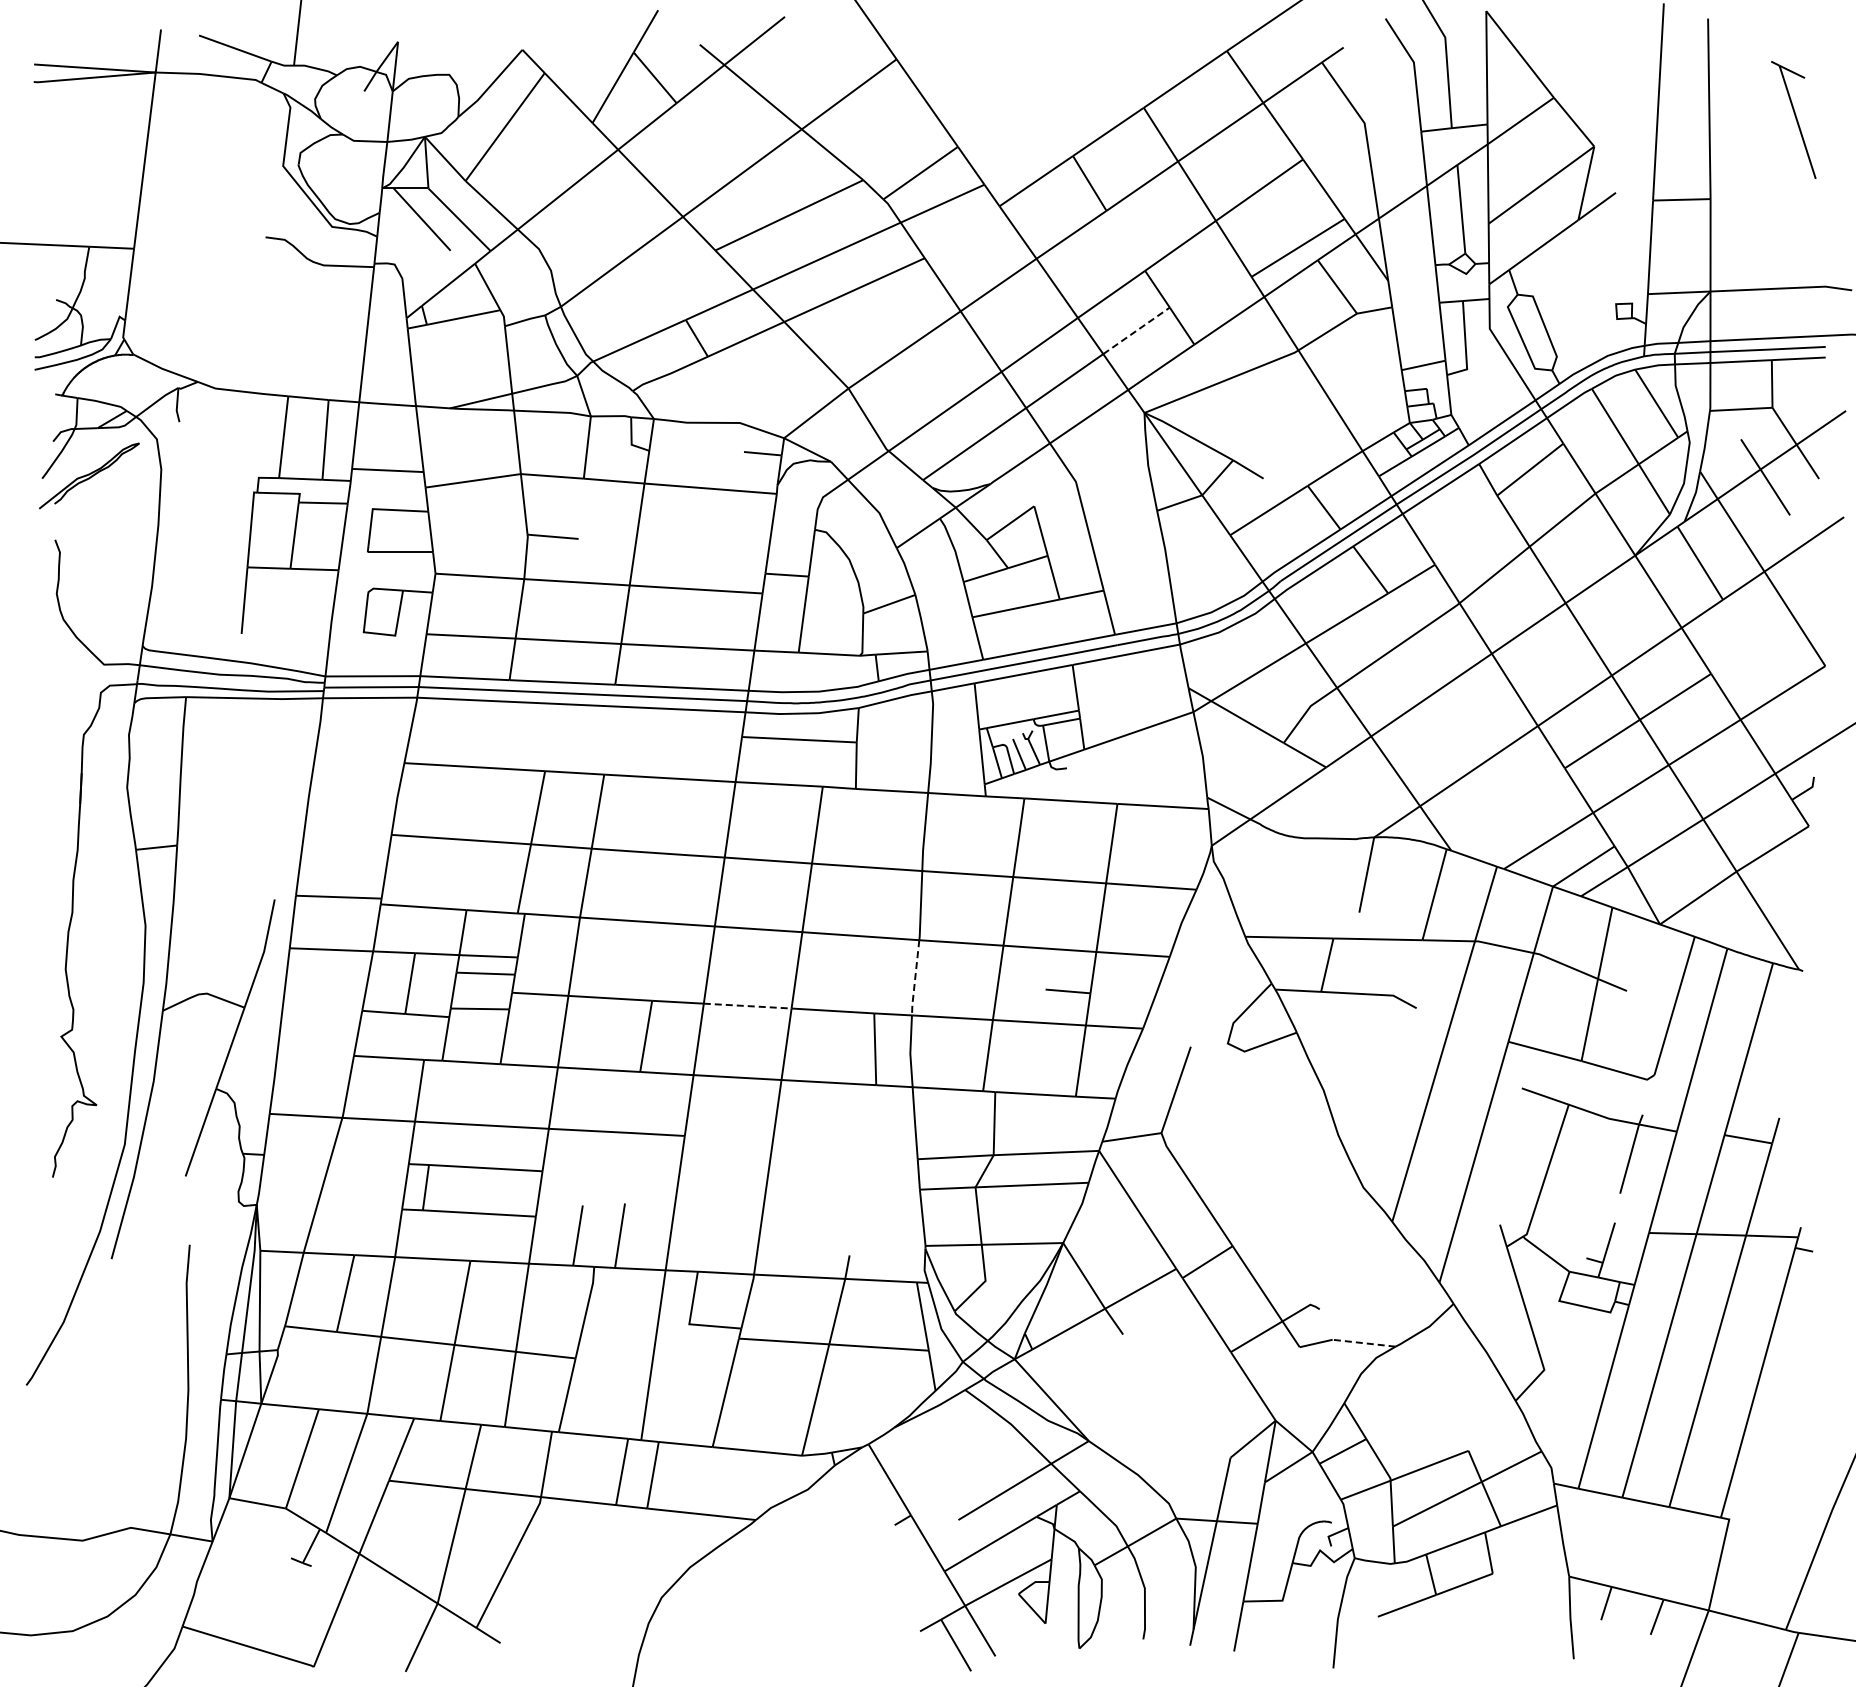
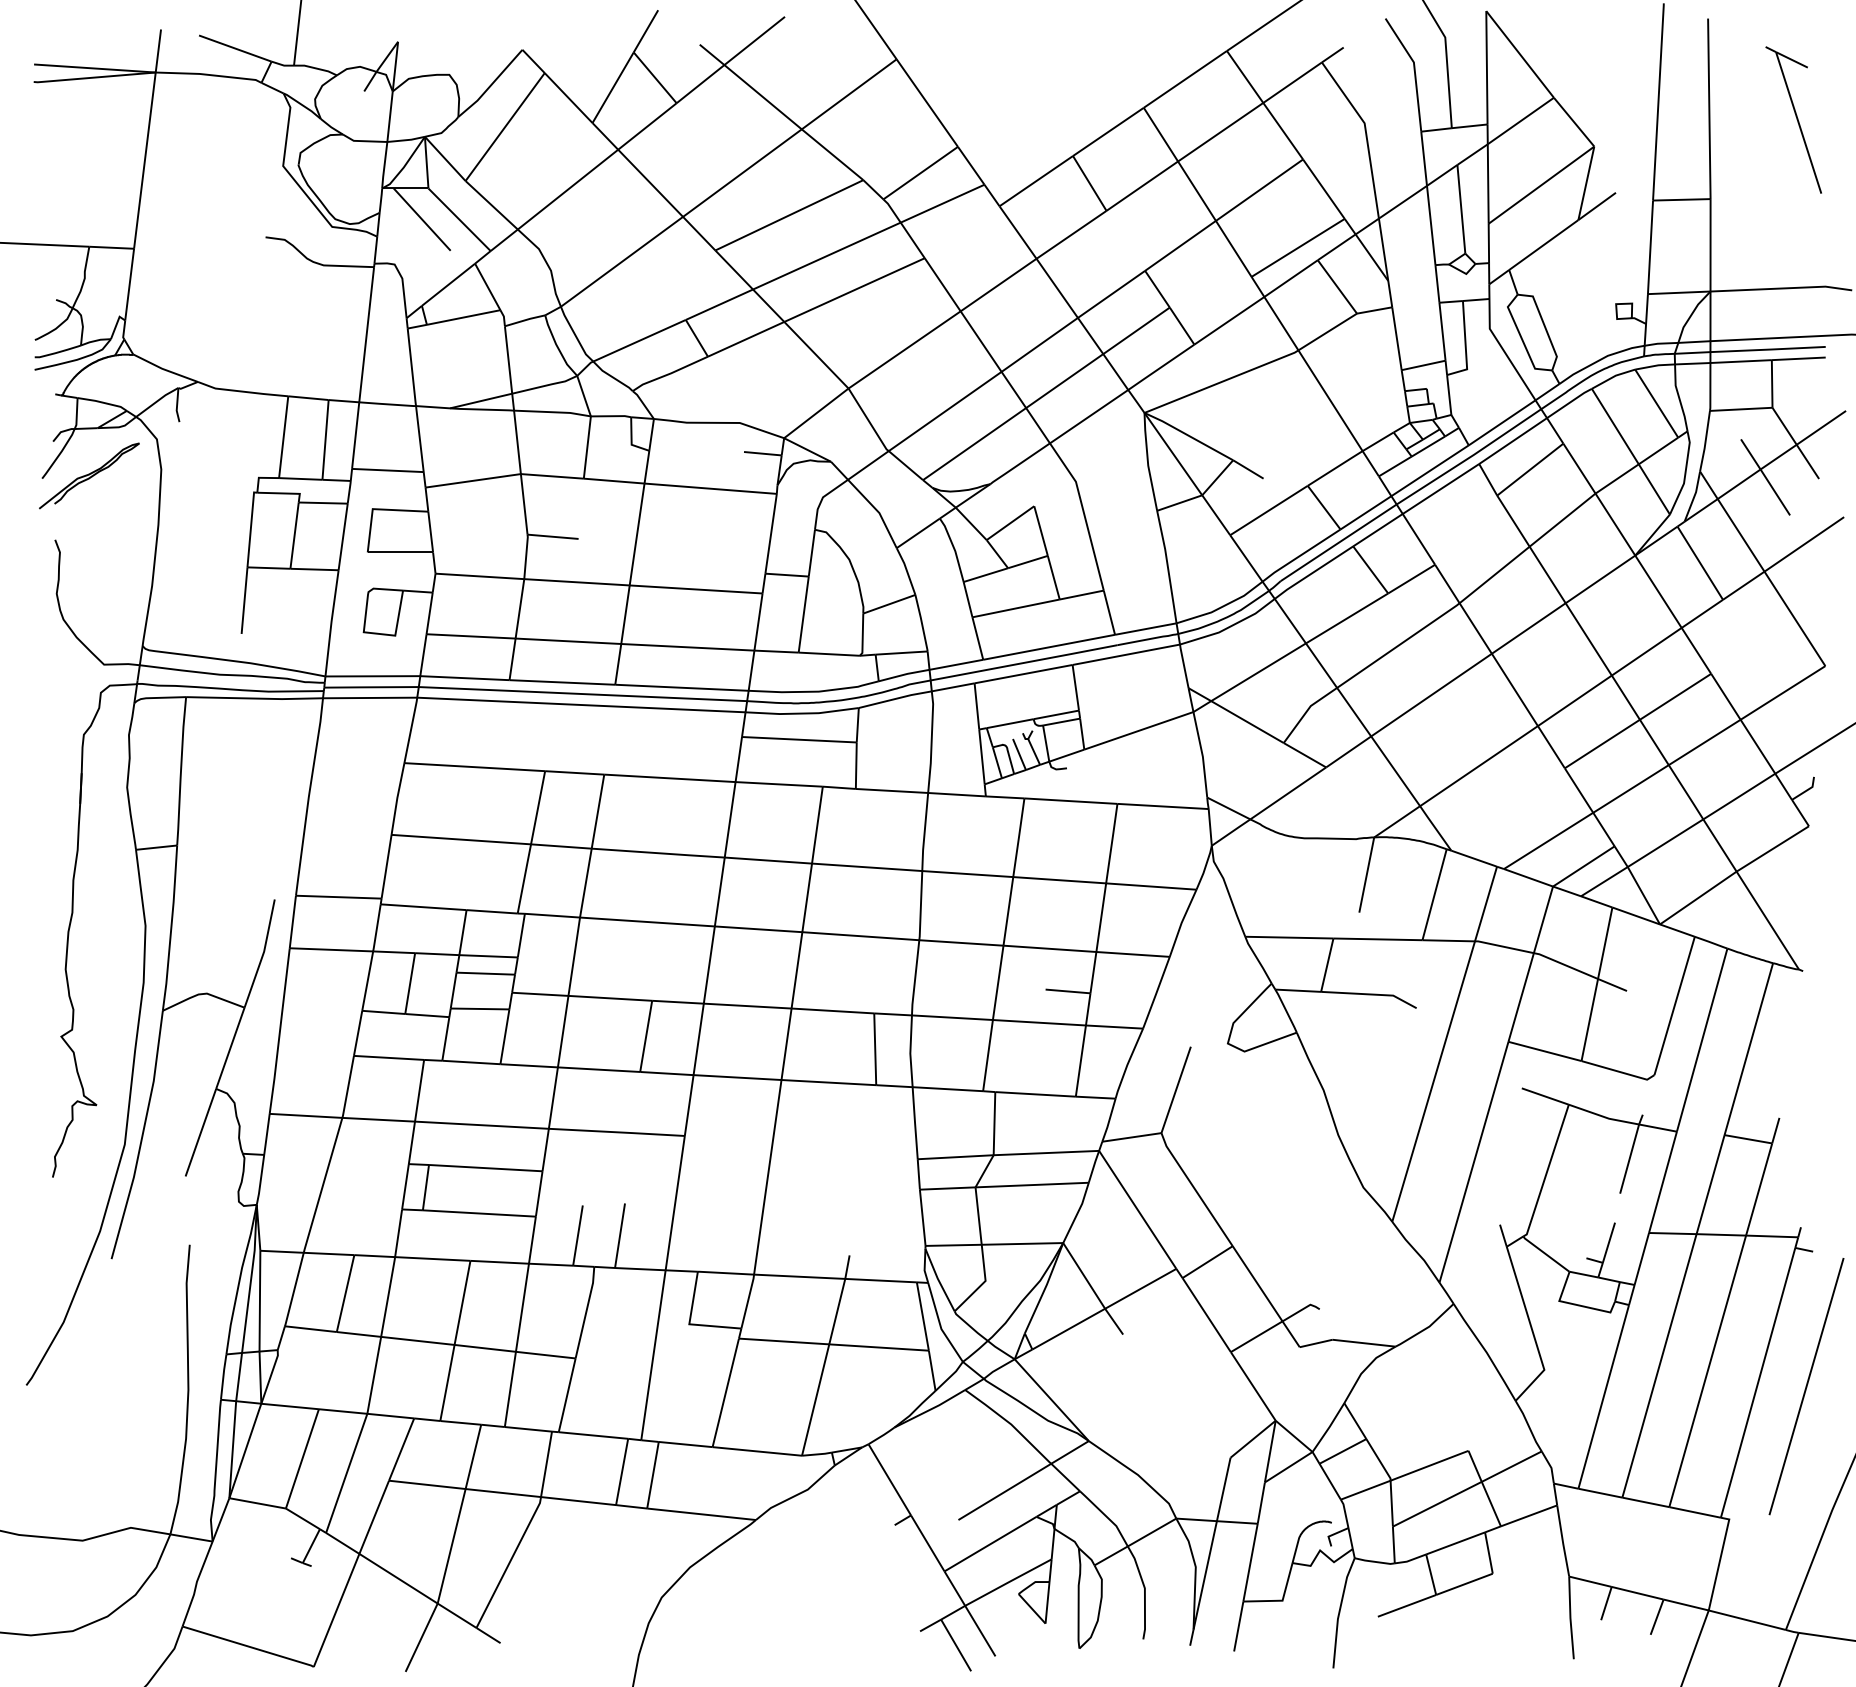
part at (1793, 119) size: 46x118 px -> 57x148 px
line at (1136, 330): dashed -> solid
line at (915, 978): dashed -> solid
line at (747, 1006): dashed -> solid
line at (1364, 1343): dashed -> solid
line at (1806, 1386): none -> present
